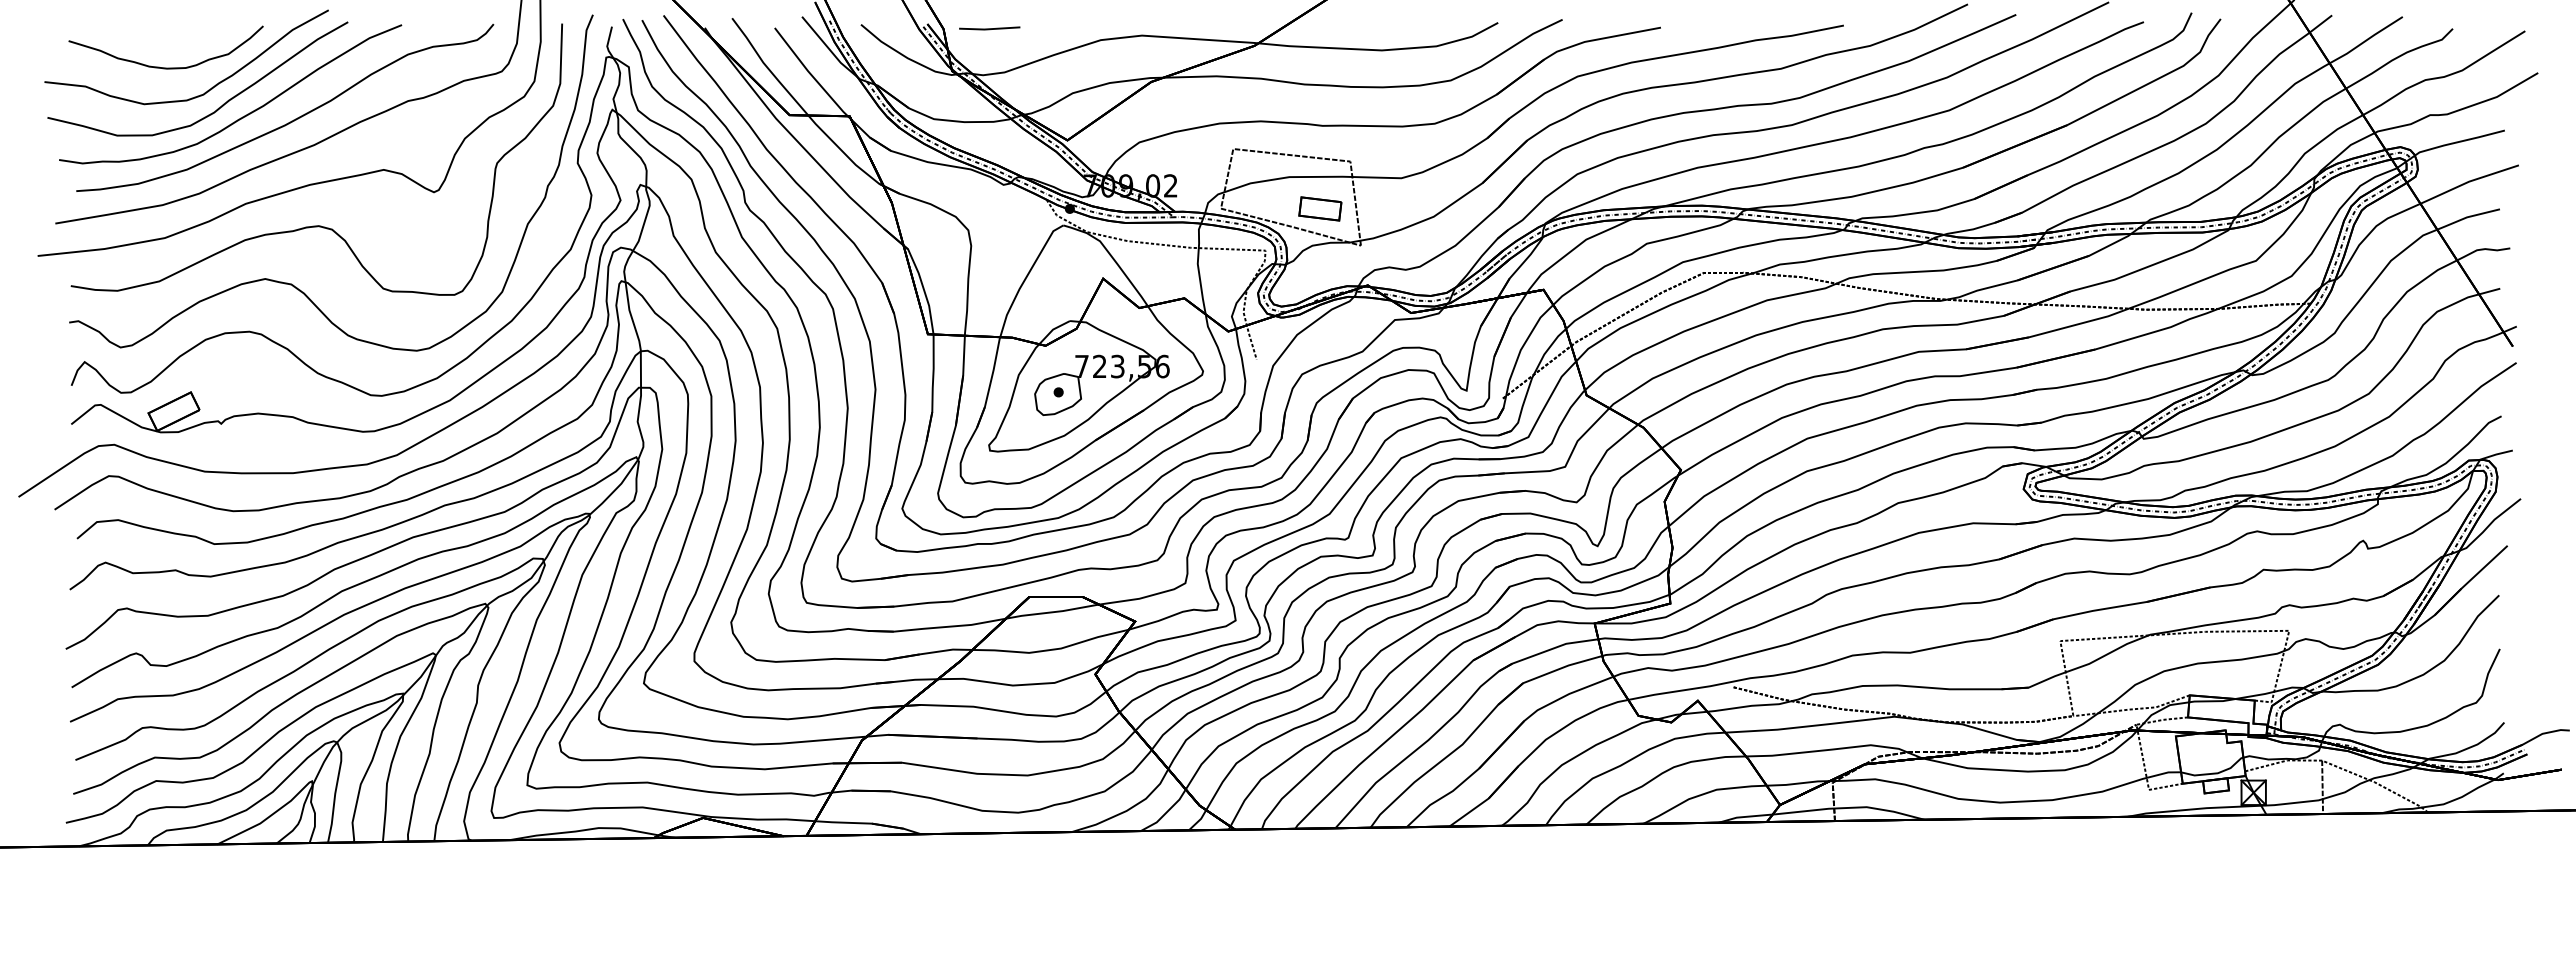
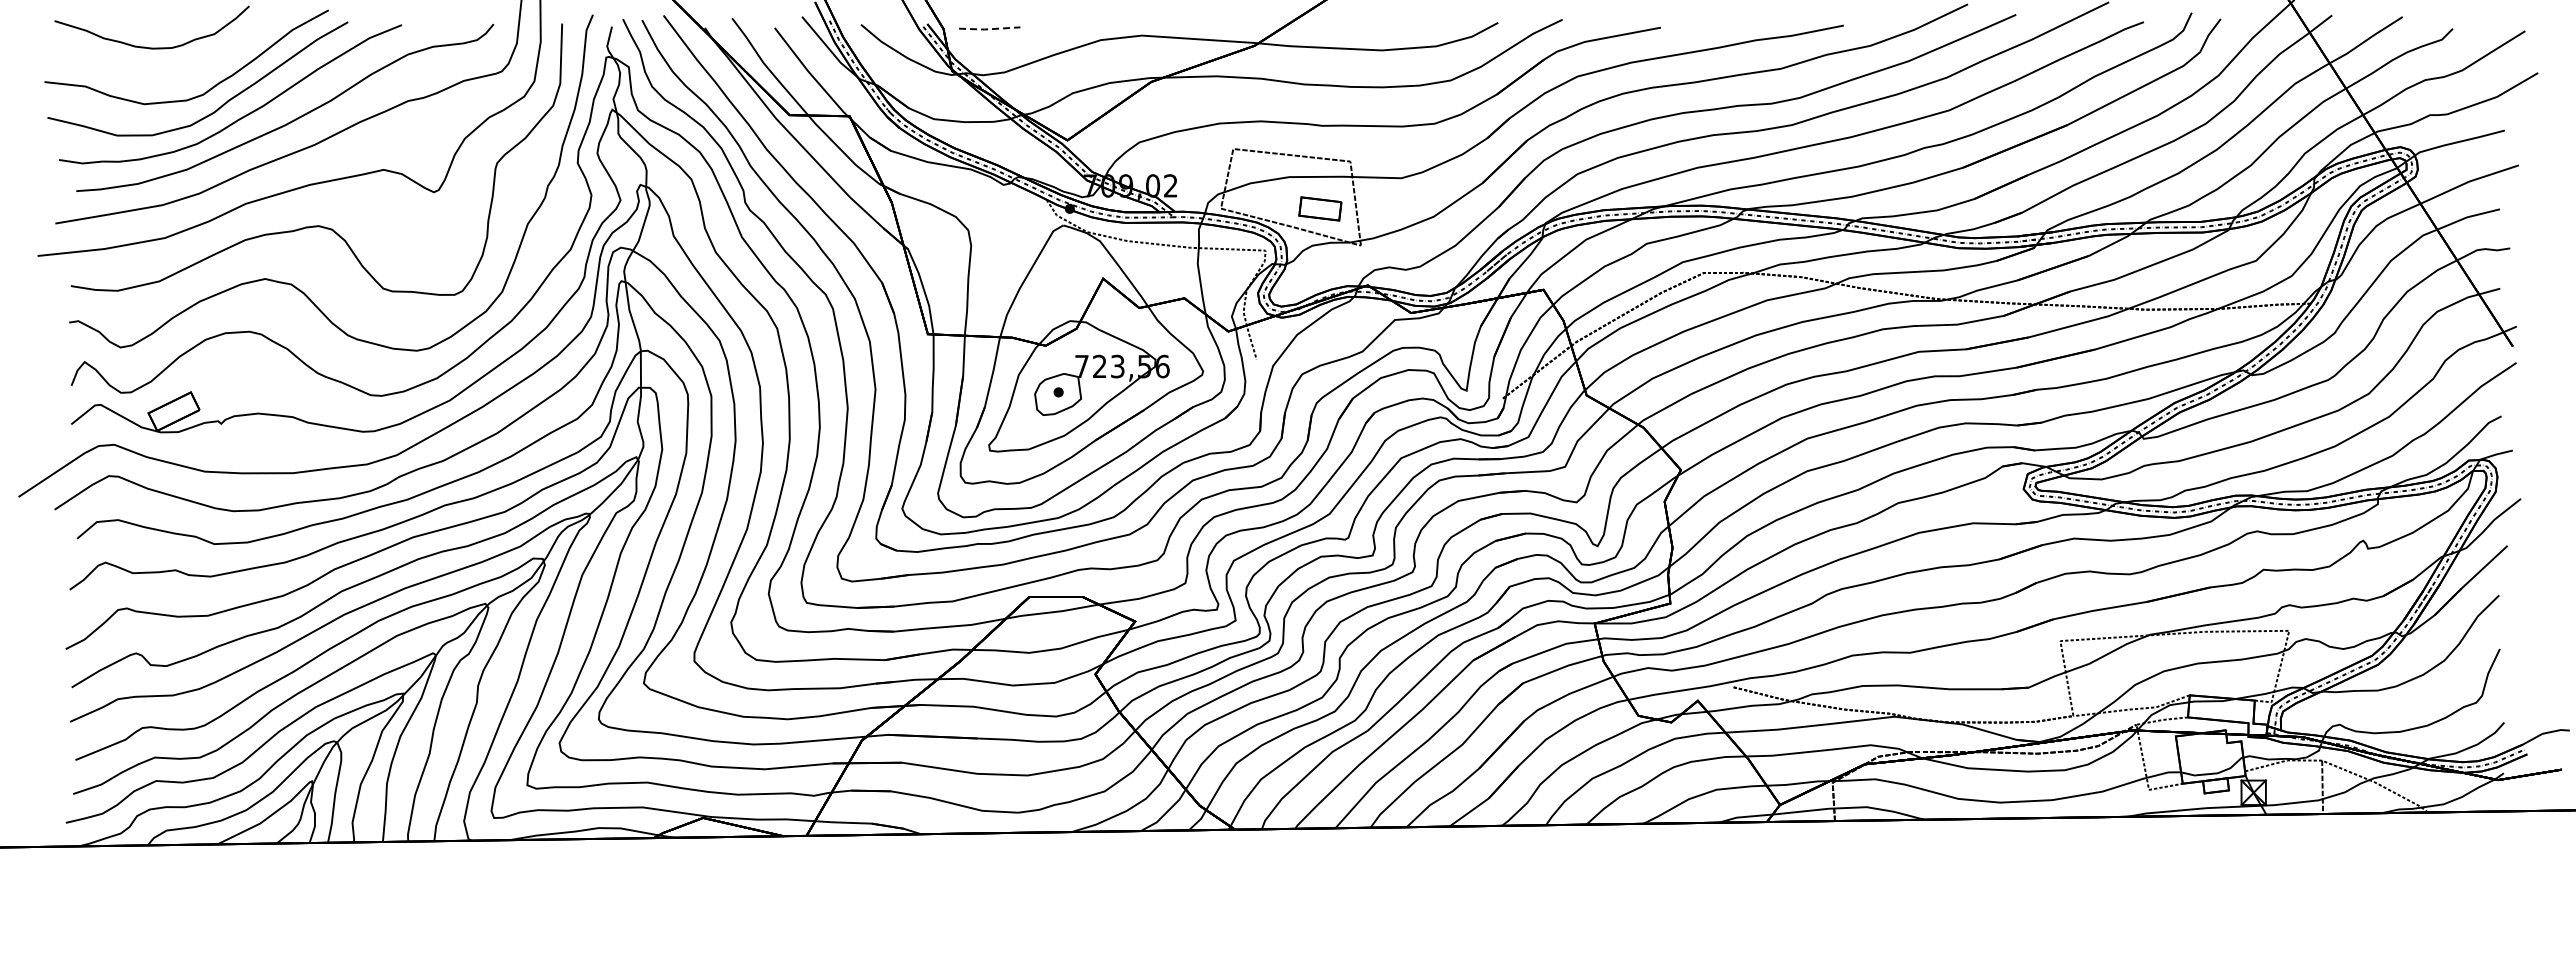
line at (989, 29): solid -> dashed
curve at (159, 66) position: (159, 66) -> (145, 46)
